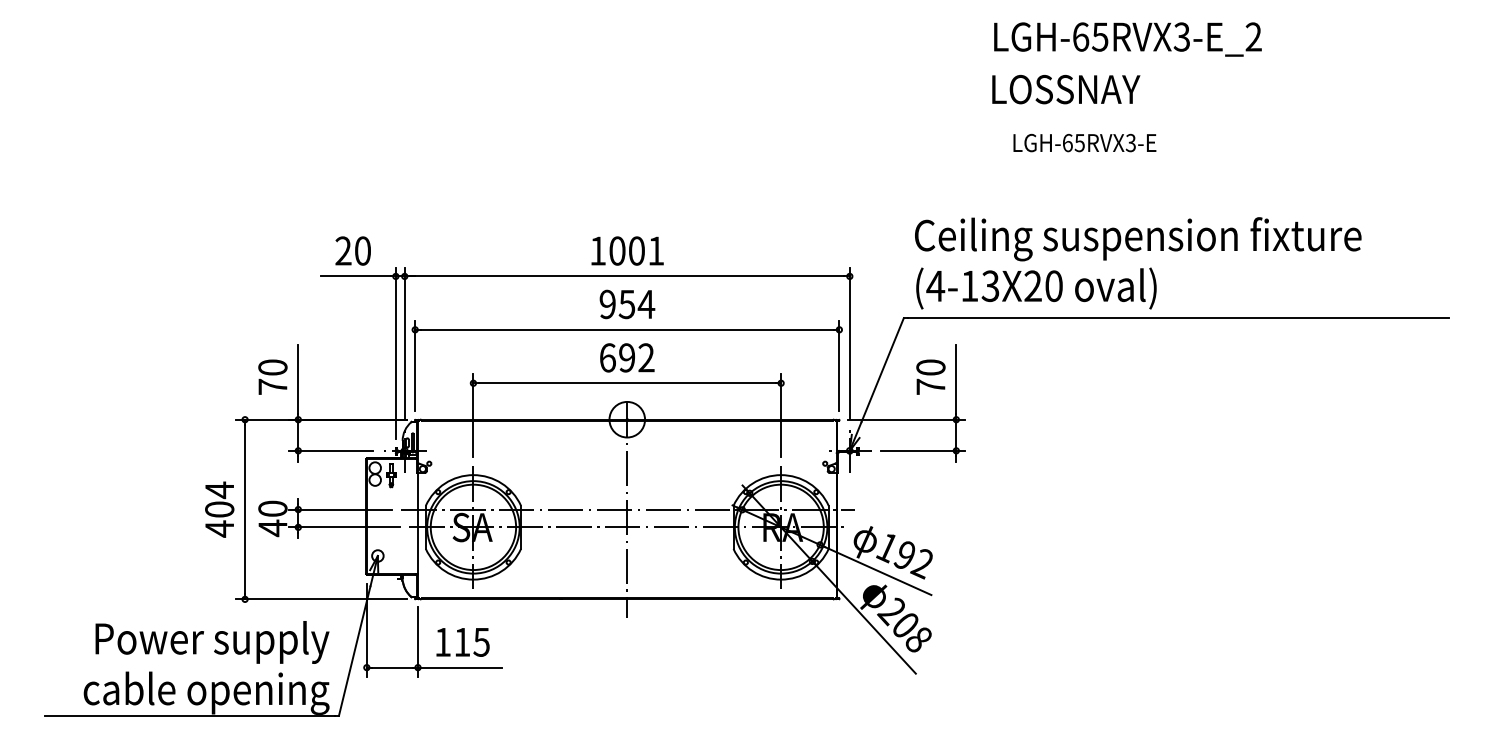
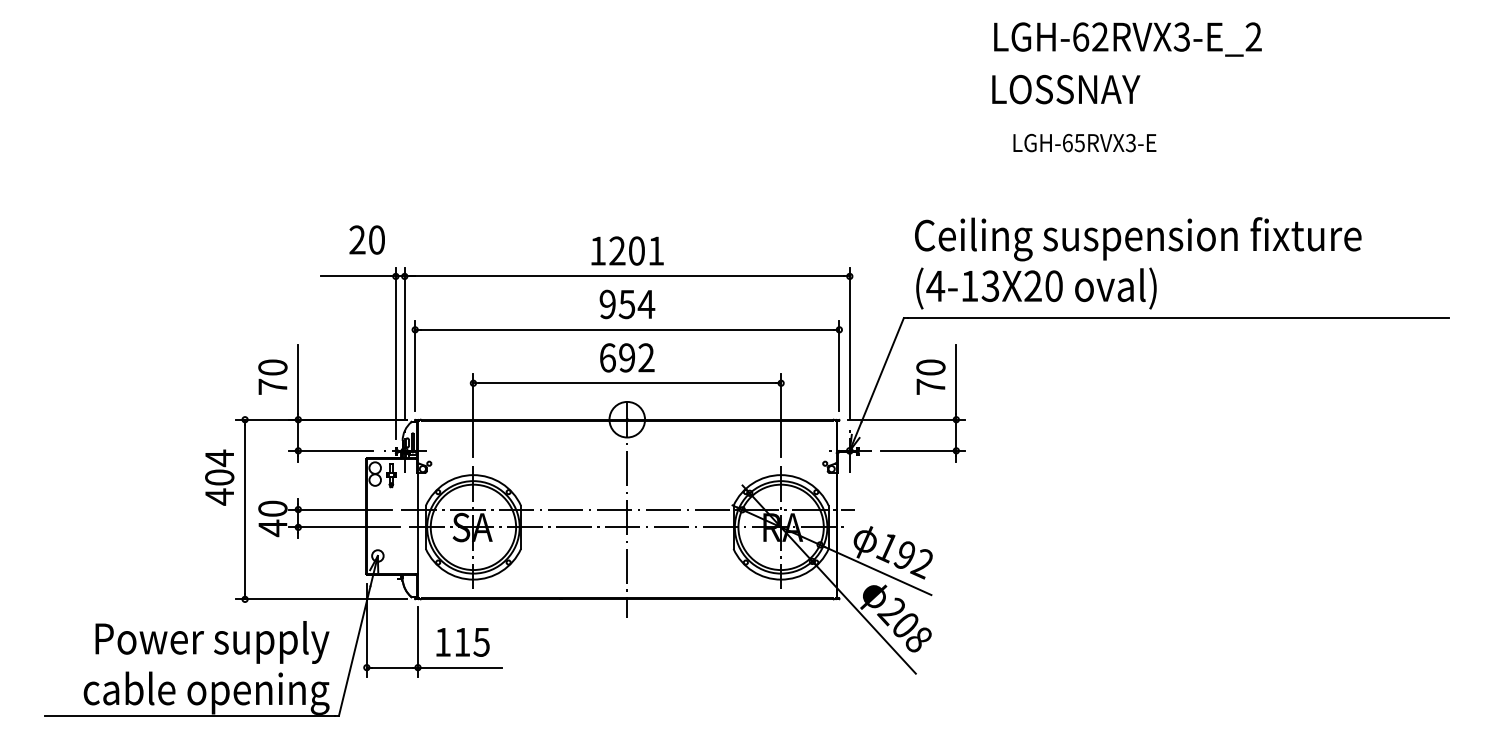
text at (1100, 36): LGH-65RVX3-E_2 -> LGH-62RVX3-E_2
text at (352, 250) position: (352, 250) -> (366, 239)
text at (617, 250): 1001 -> 1201
text at (219, 509) position: (219, 509) -> (219, 477)
